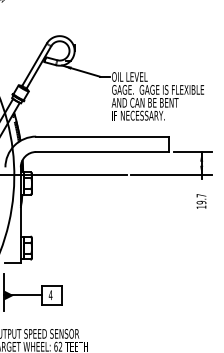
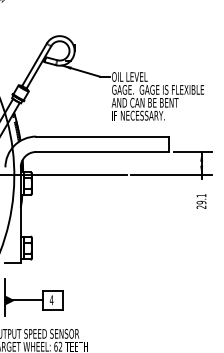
text at (201, 201): 19.7 -> 29.1
part at (32, 292) position: (32, 292) -> (33, 297)
